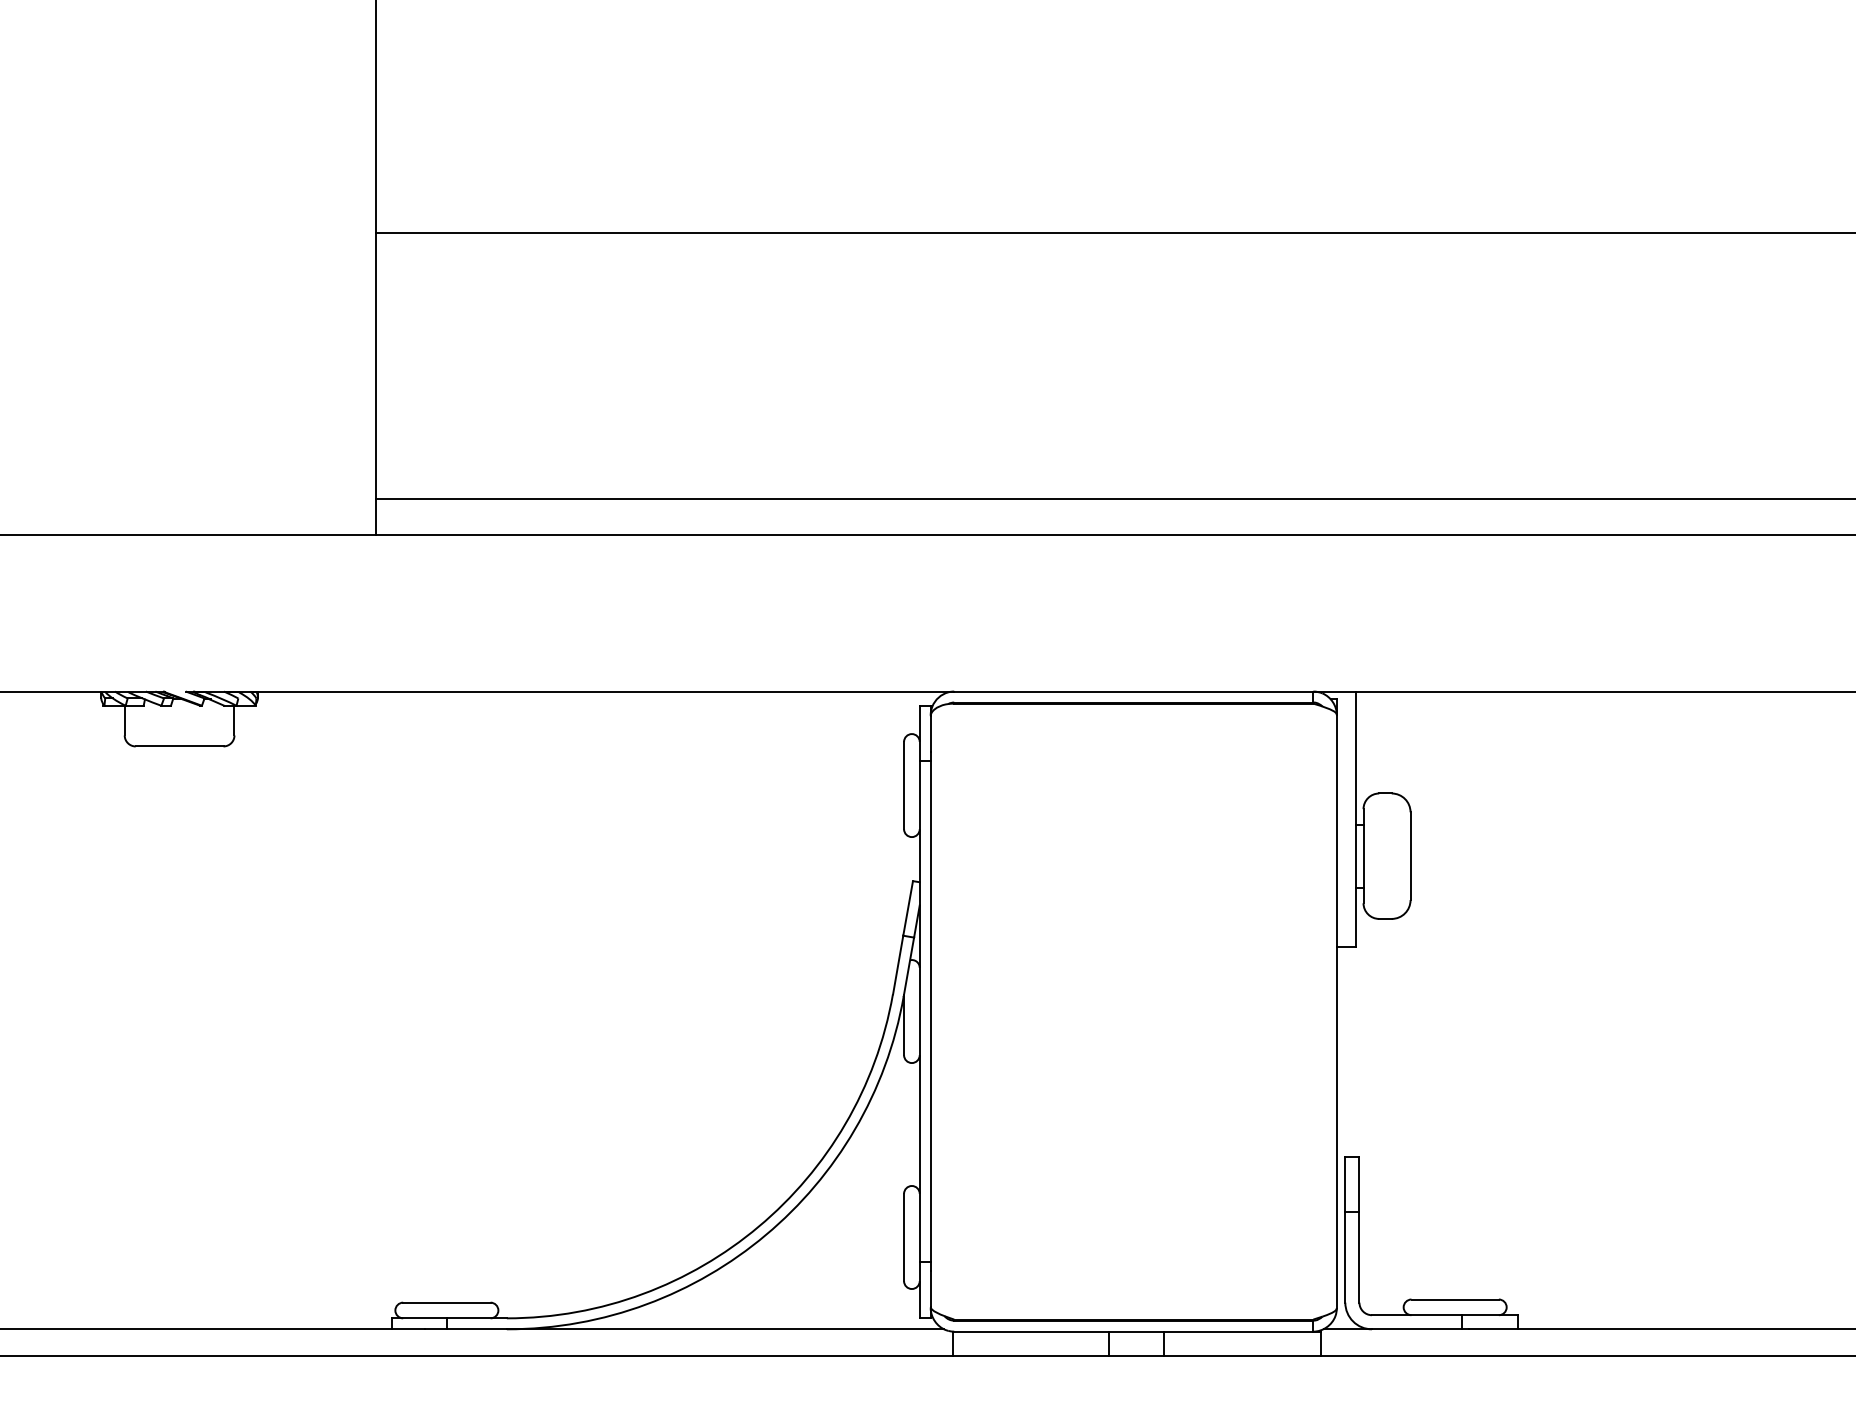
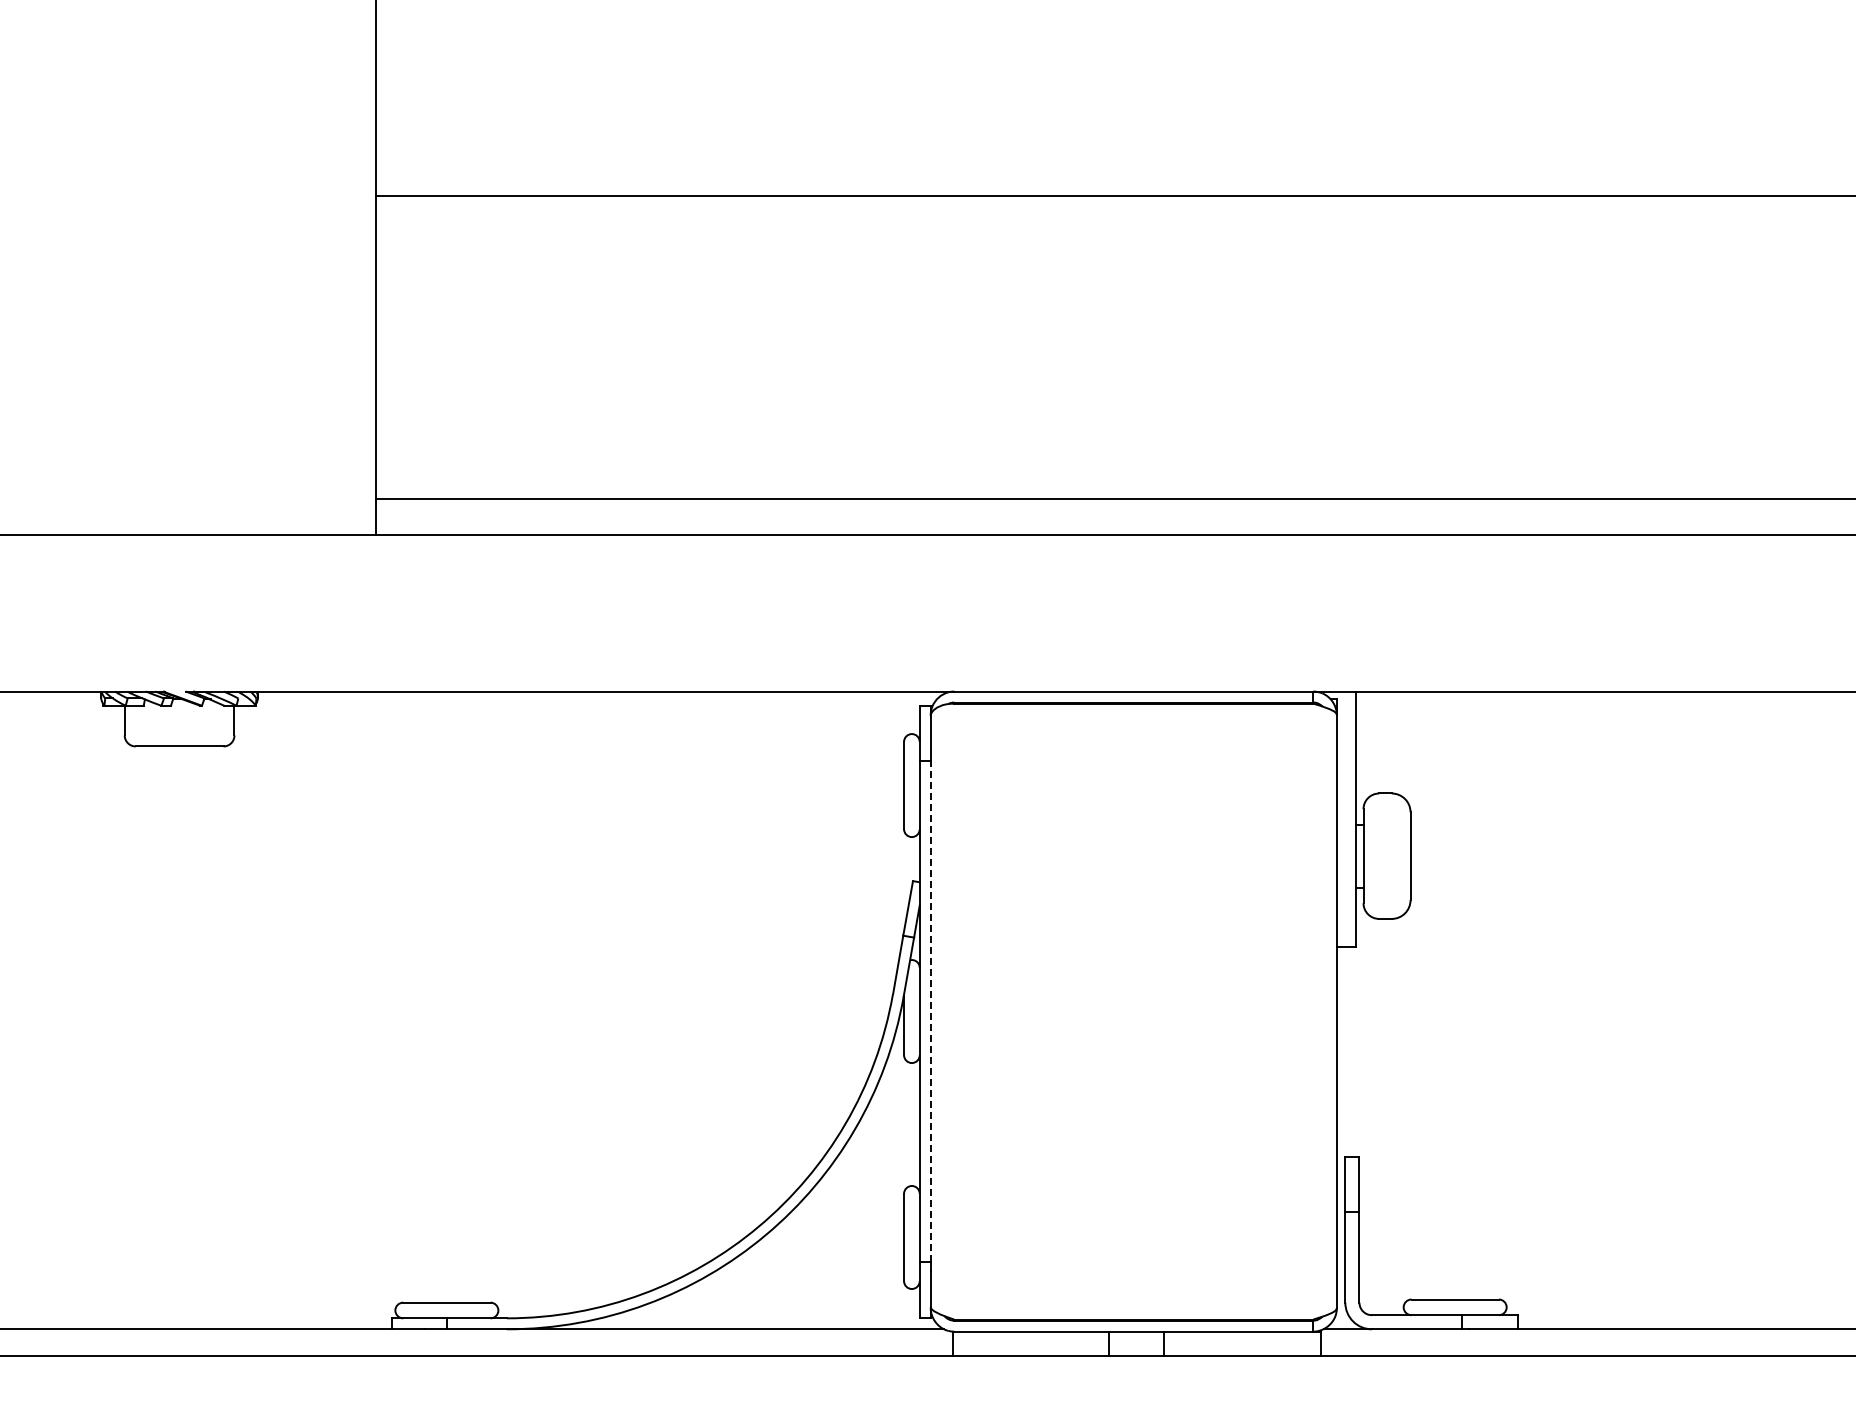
line at (1113, 232) position: (1113, 232) -> (1113, 195)
line at (930, 1011): solid -> dashed
